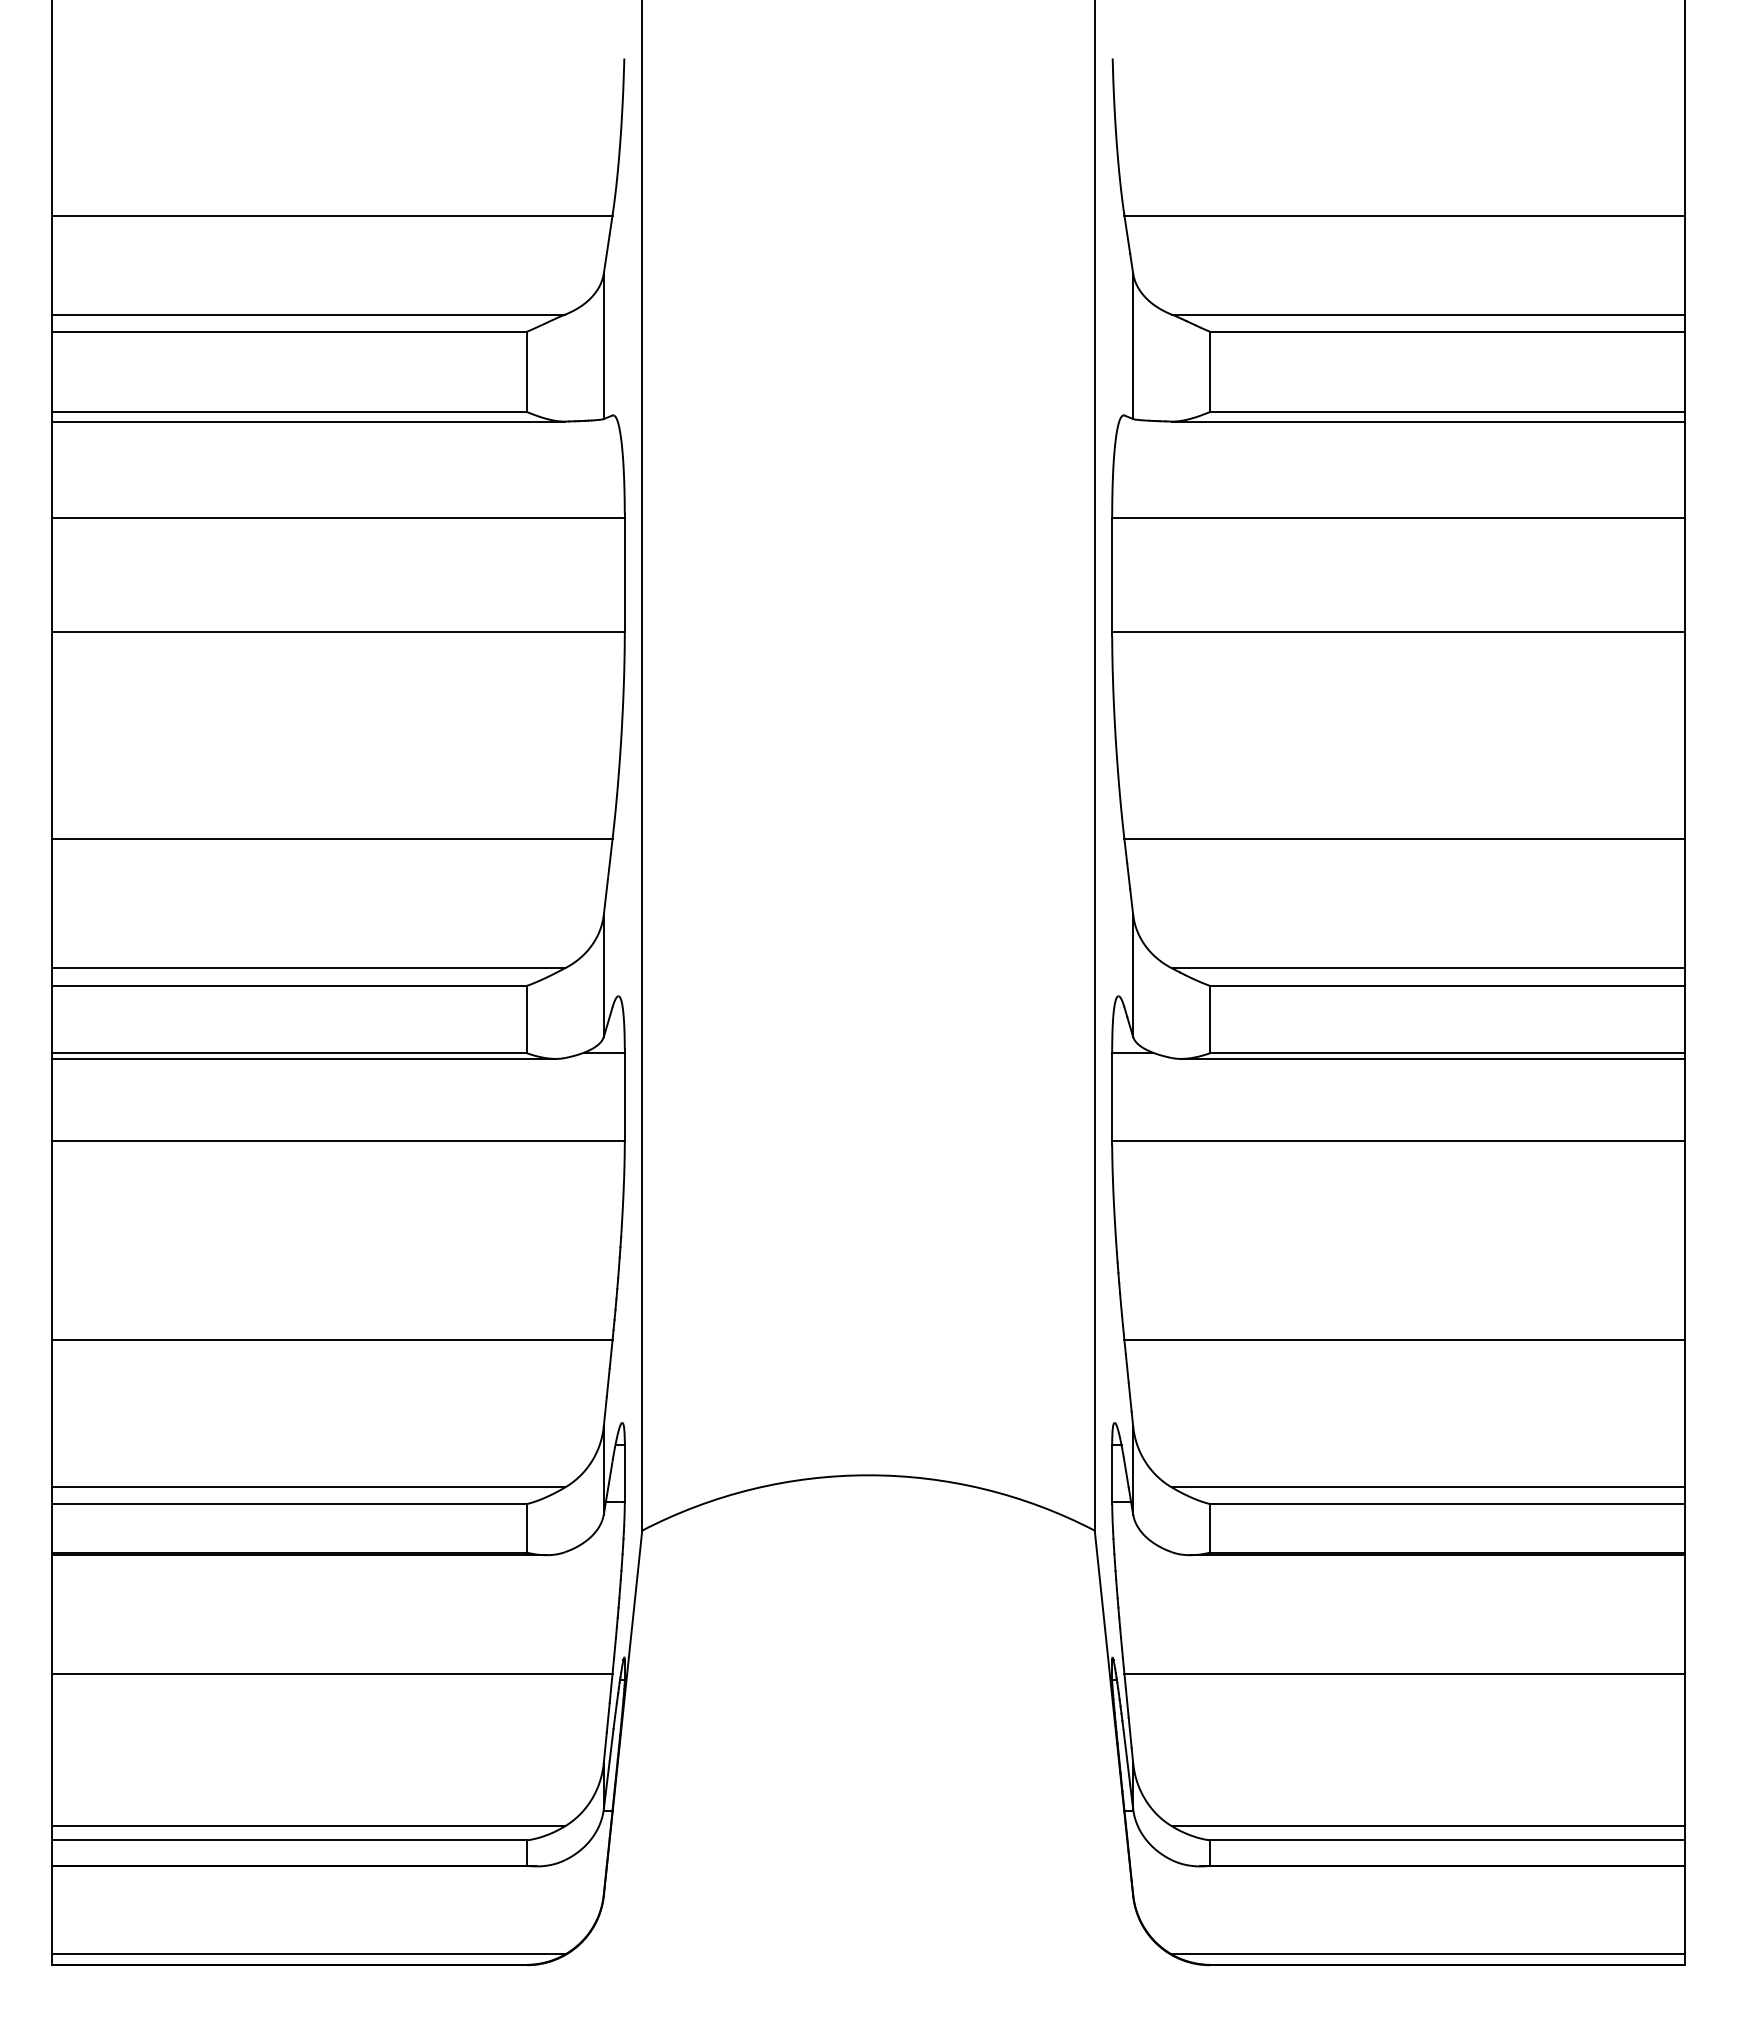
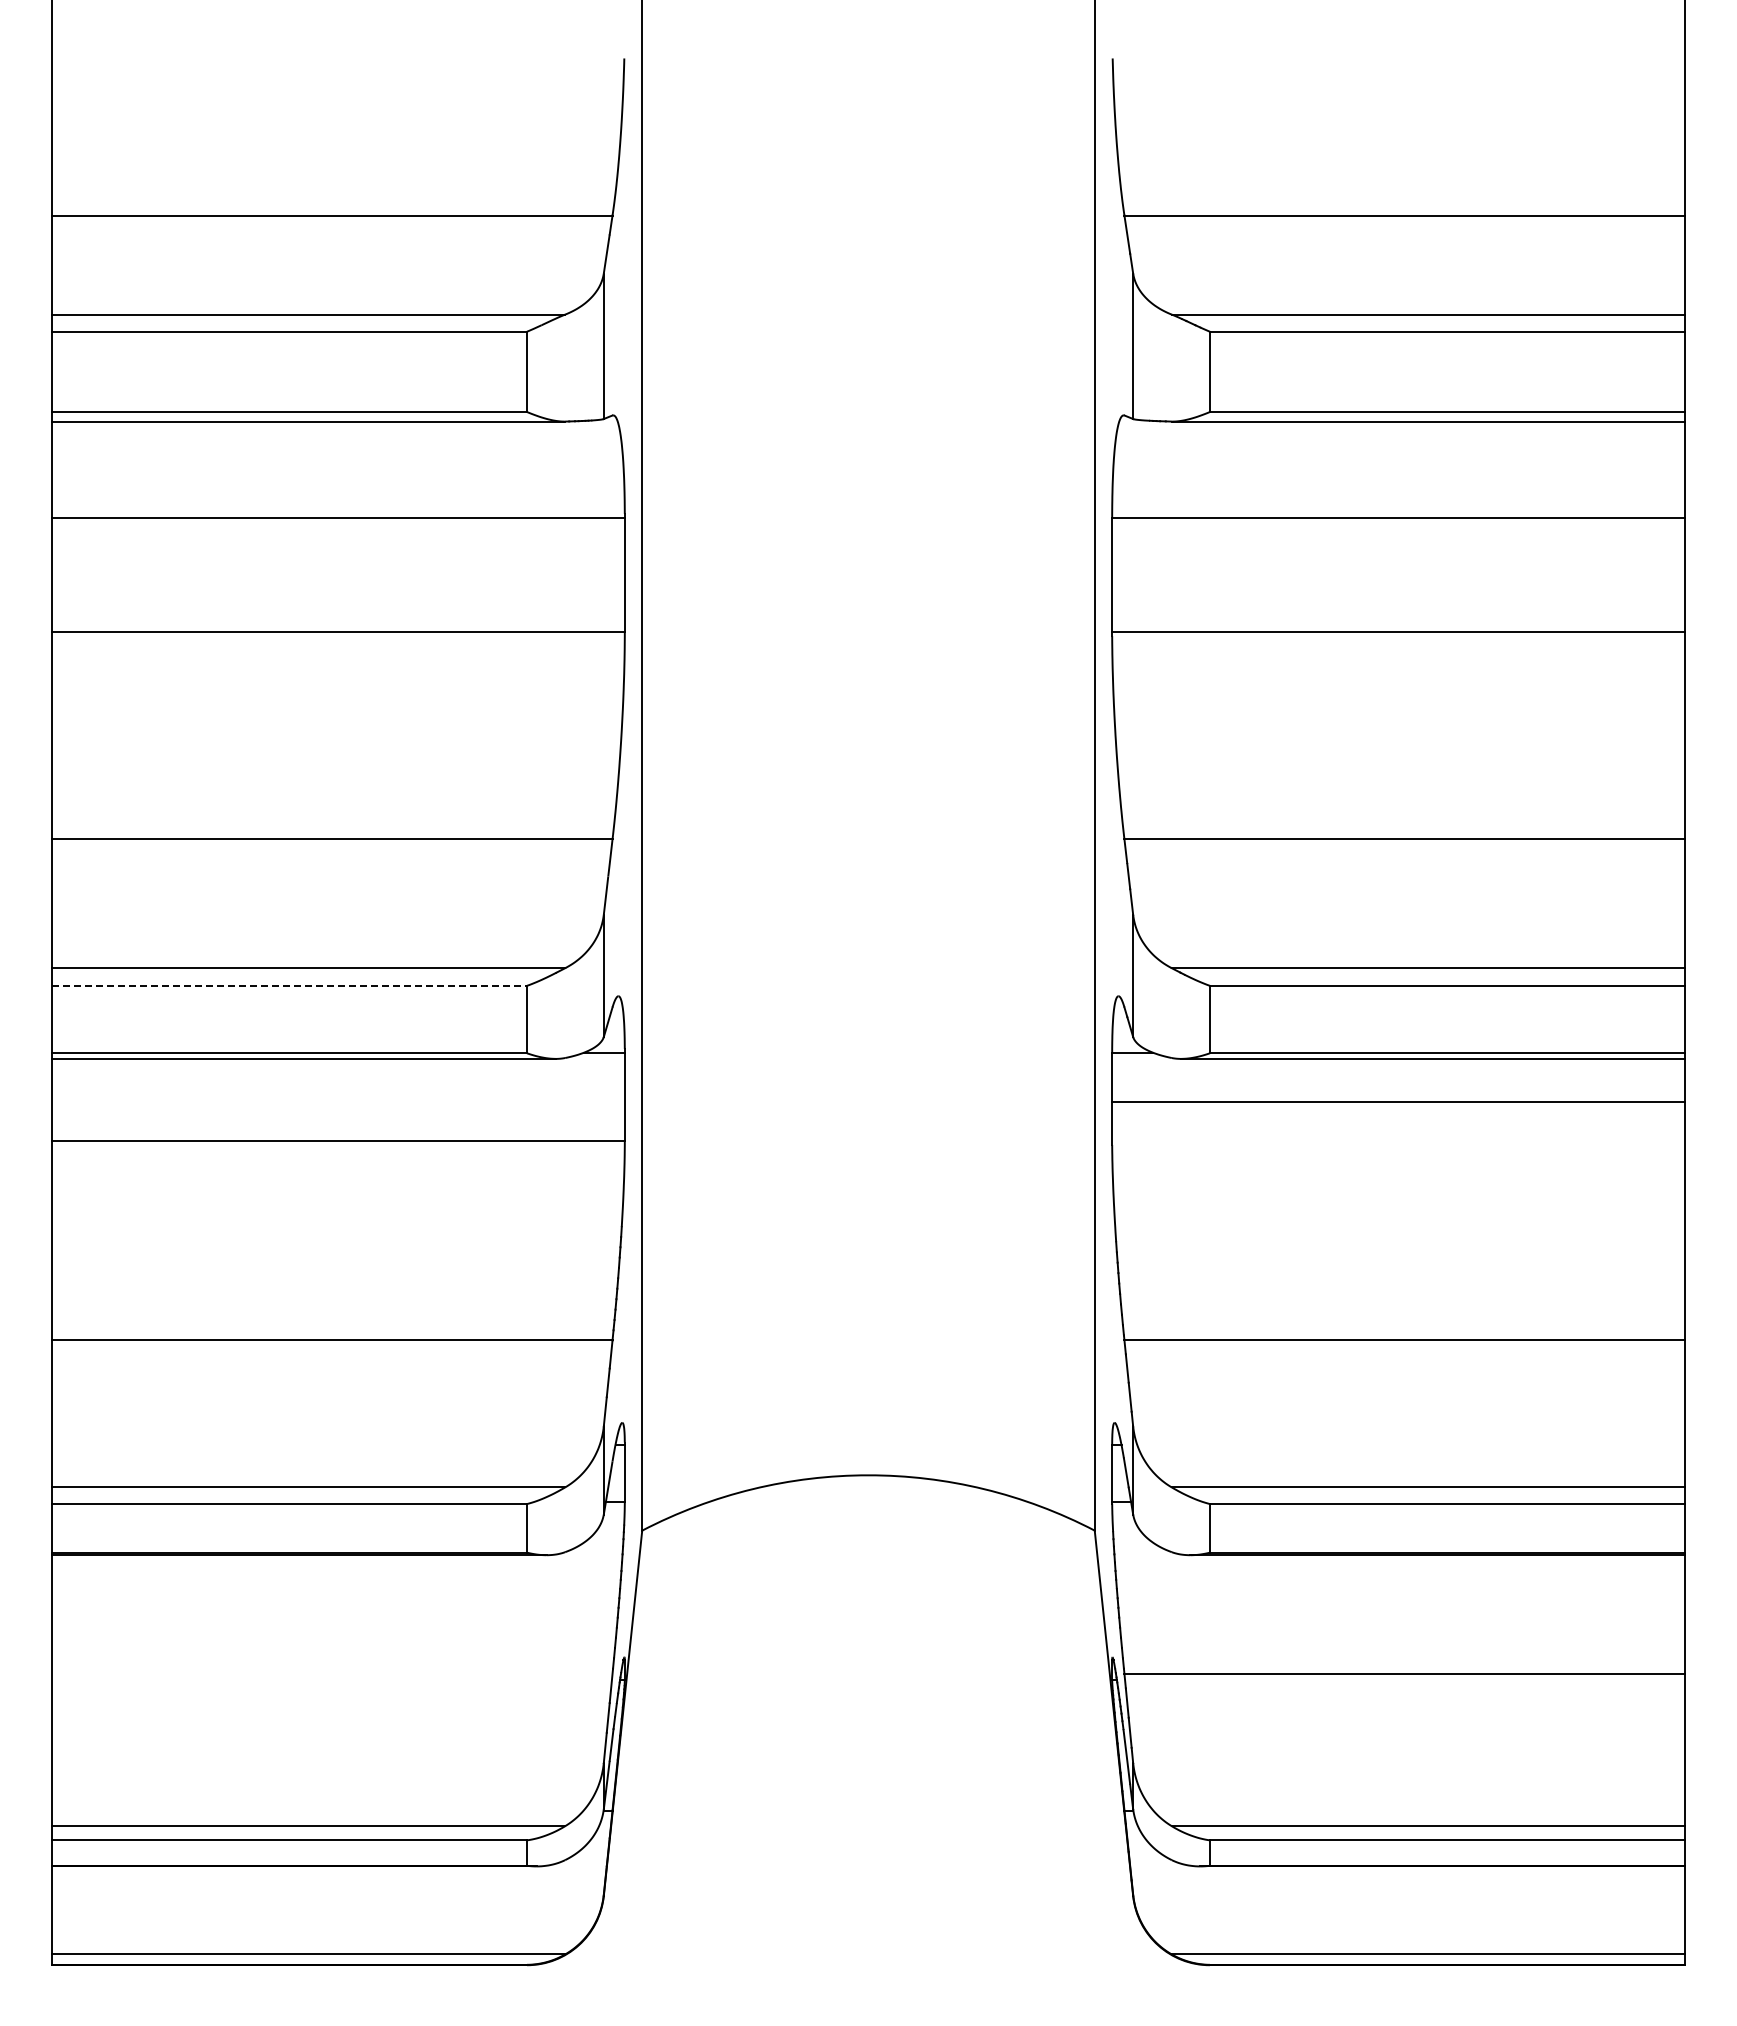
line at (289, 985): solid -> dashed
line at (1398, 1141) position: (1398, 1141) -> (1398, 1102)
line at (331, 1674): present -> none
